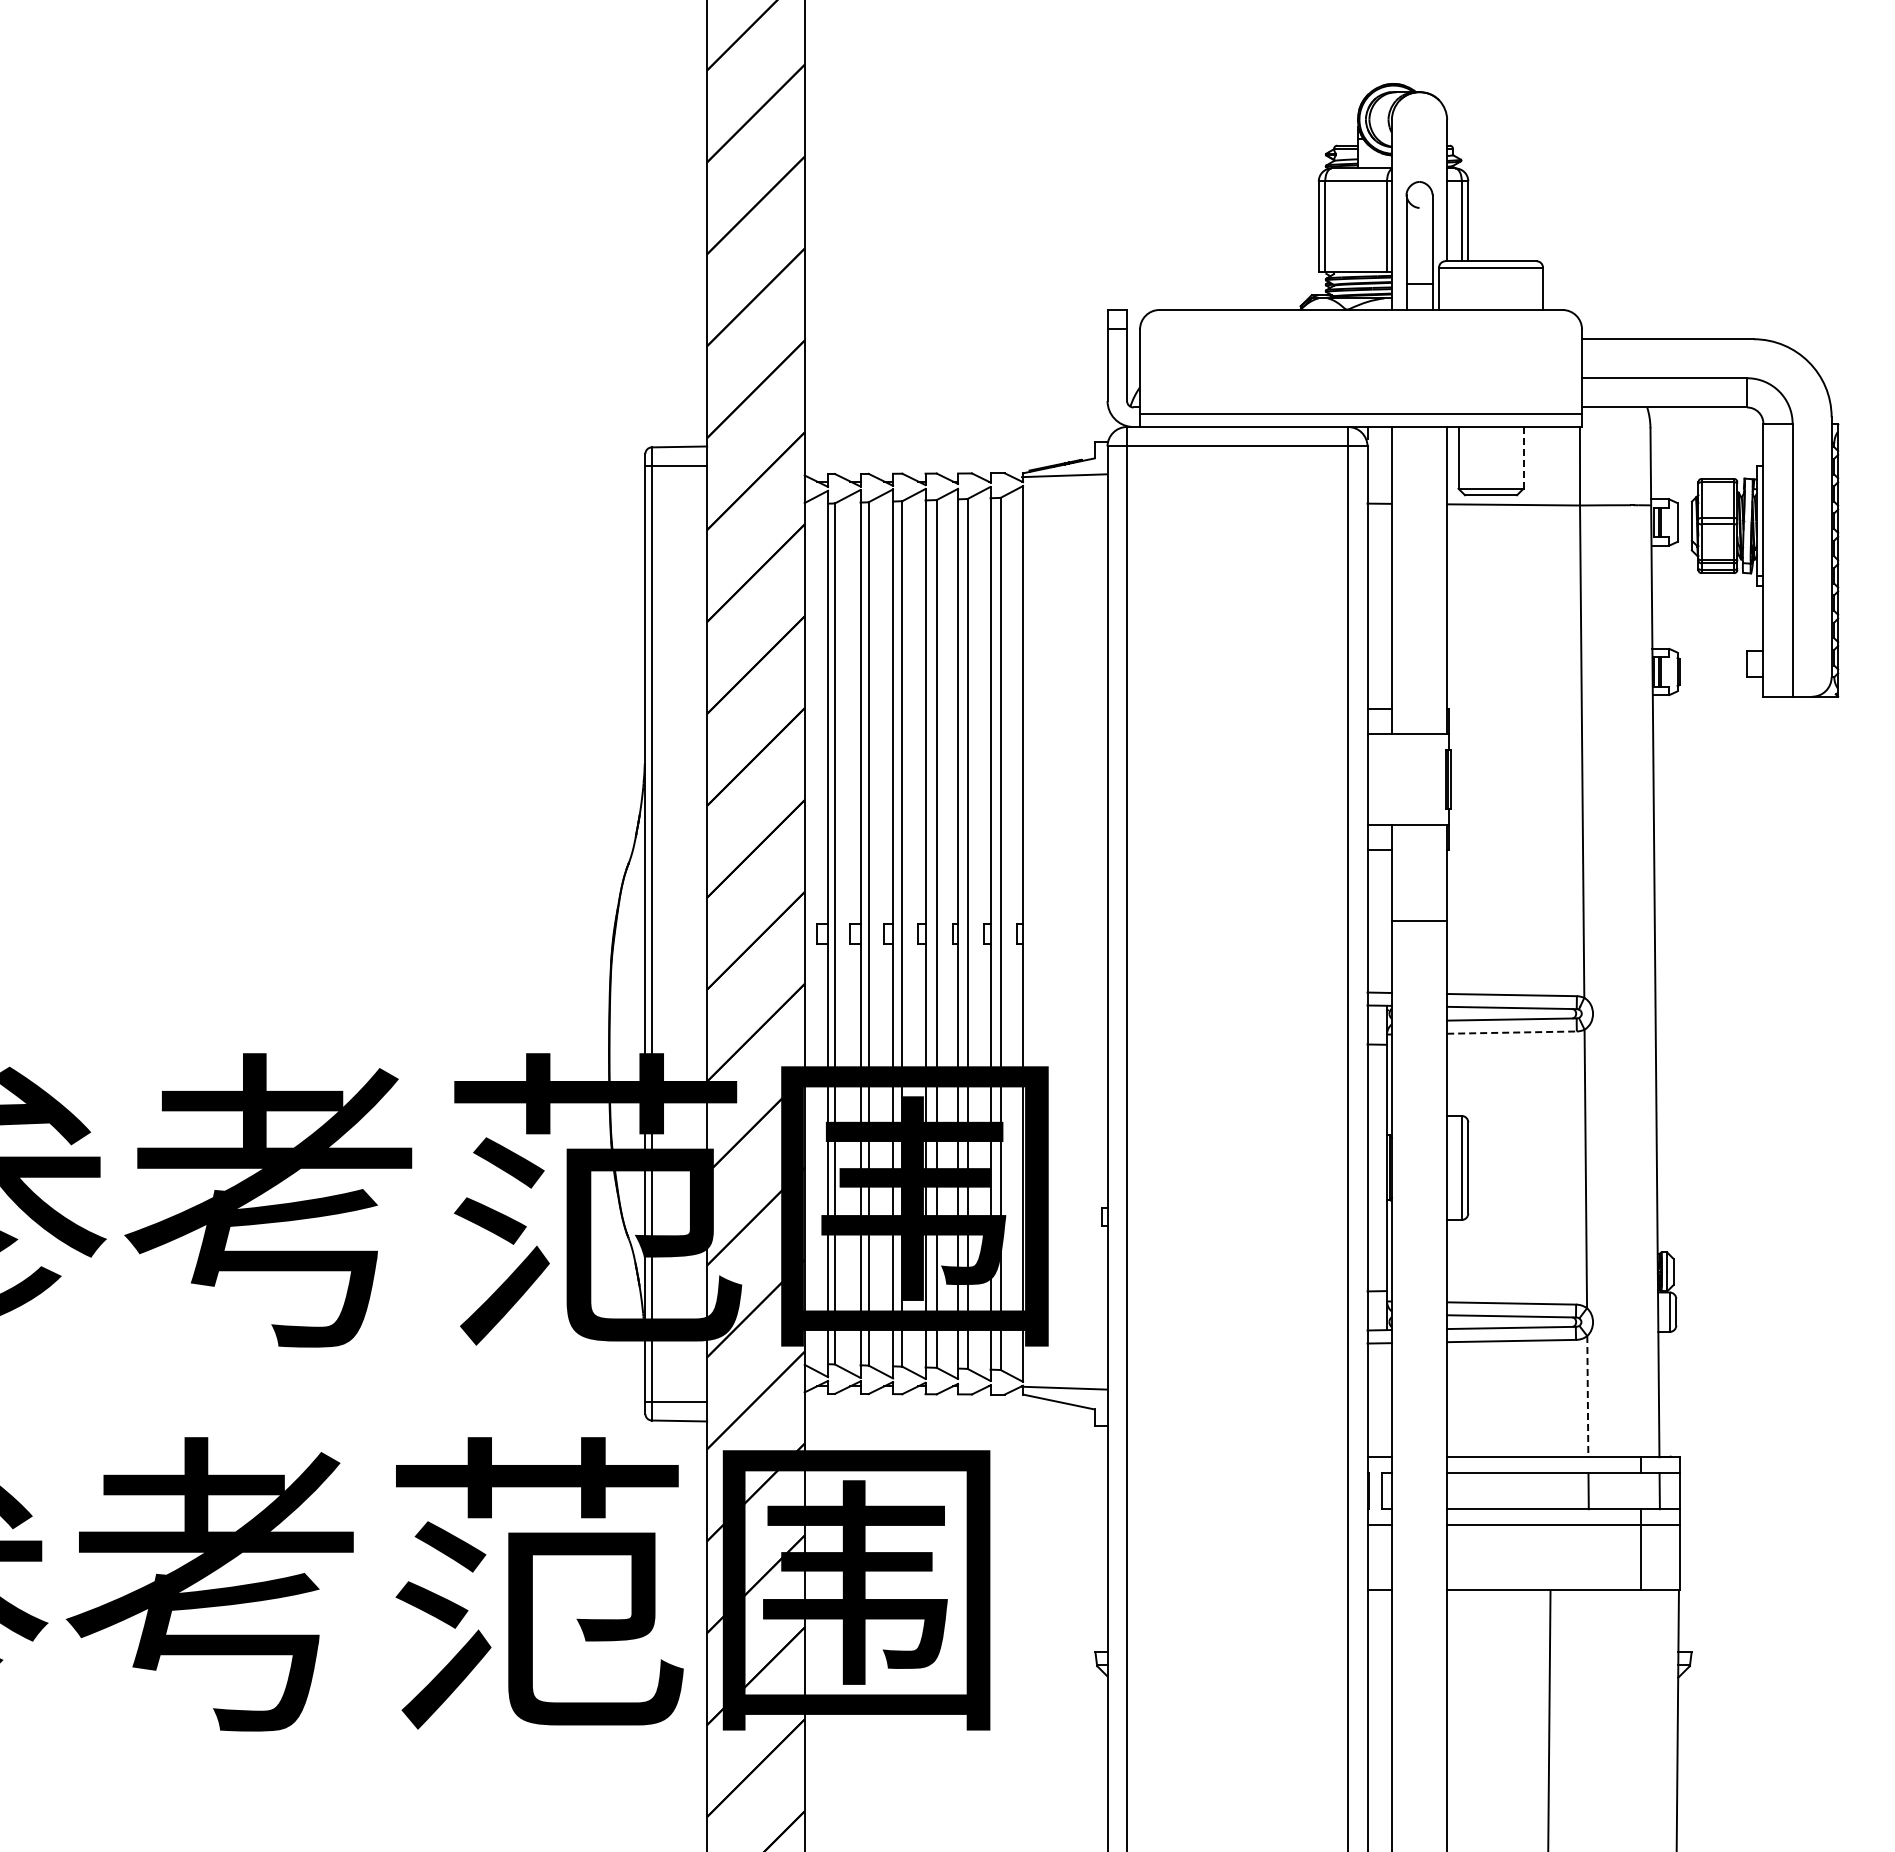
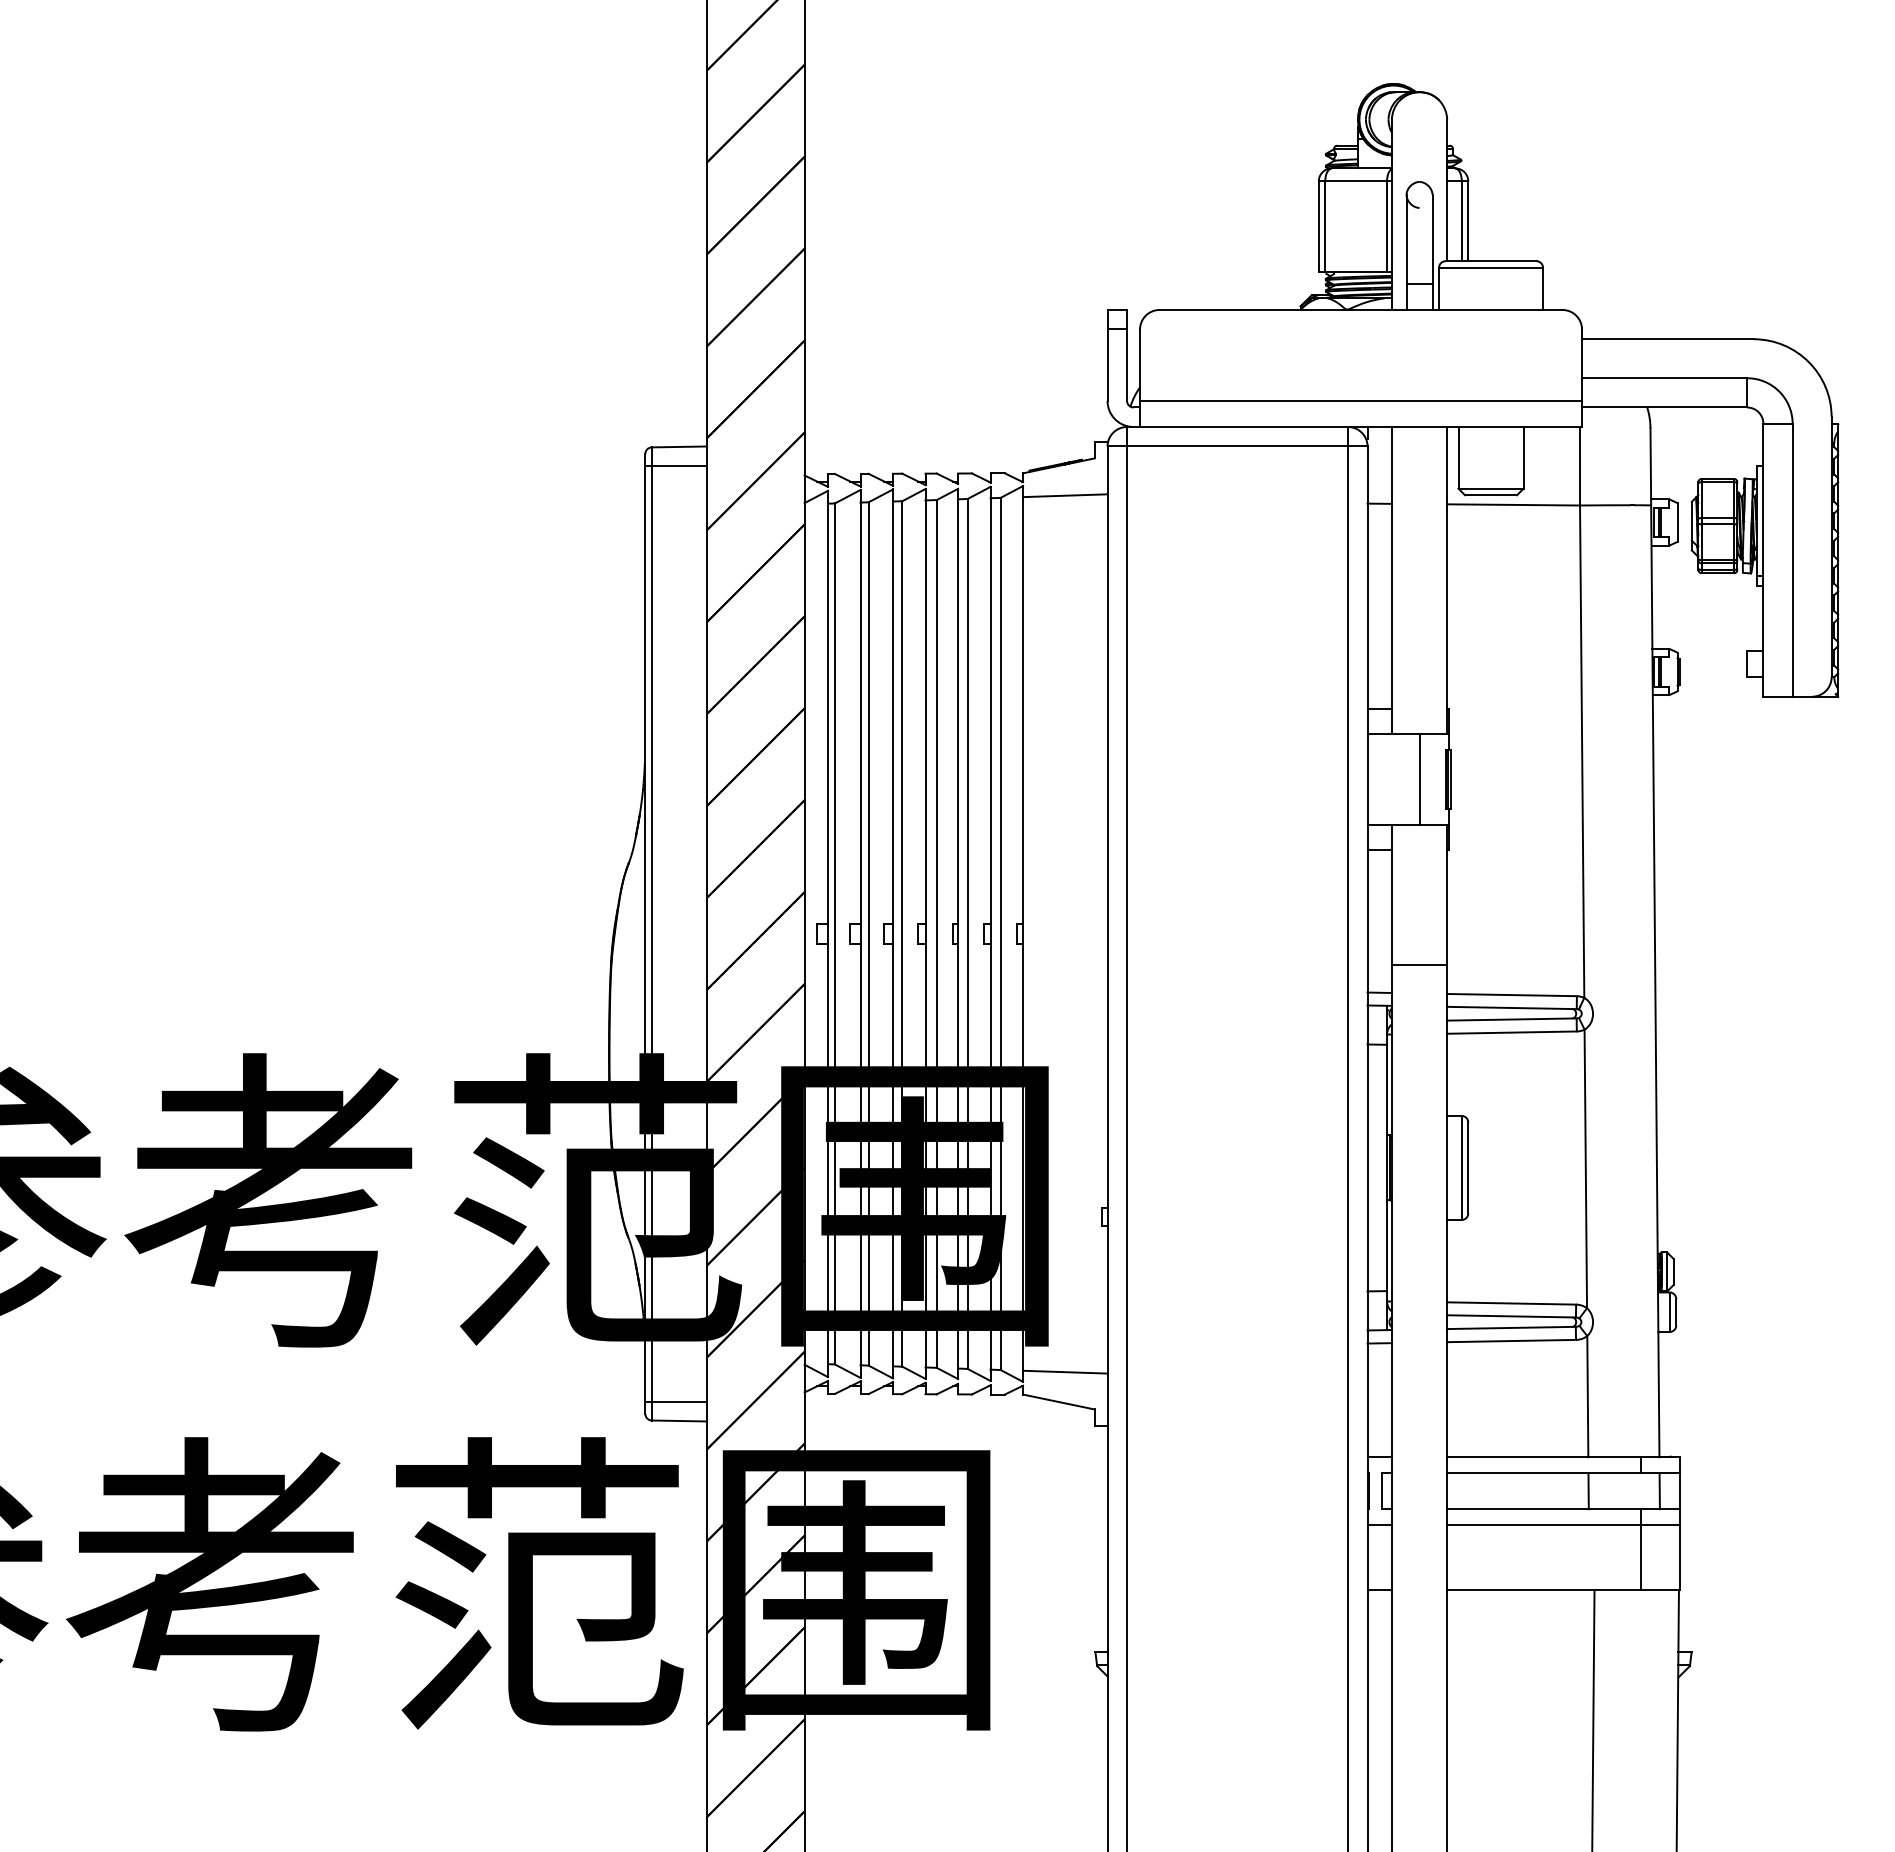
line at (1361, 413) position: (1361, 413) -> (1361, 400)
line at (1523, 457): dashed -> solid
line at (1064, 475) position: (1064, 475) -> (1065, 495)
line at (1419, 778): none -> present
line at (1419, 921) position: (1419, 921) -> (1419, 965)
line at (1512, 1032): dashed -> solid
line at (1064, 1387) position: (1064, 1387) -> (1065, 1371)
line at (1587, 1396): dashed -> solid
line at (1549, 1719) position: (1549, 1719) -> (1593, 1719)
